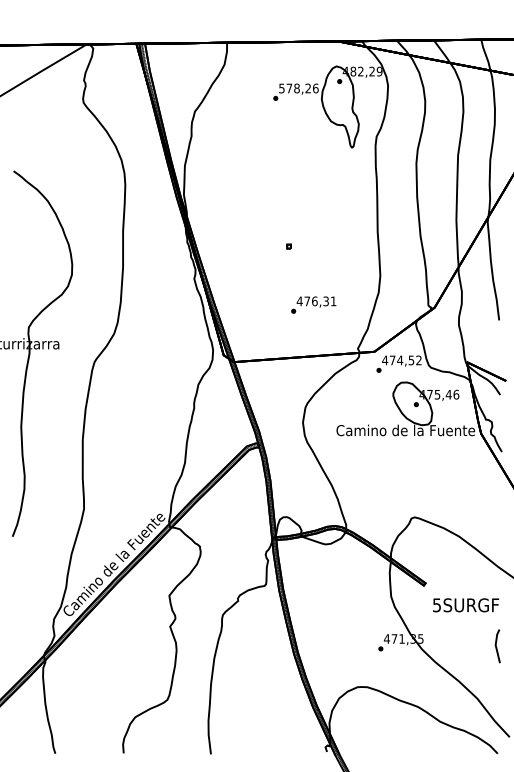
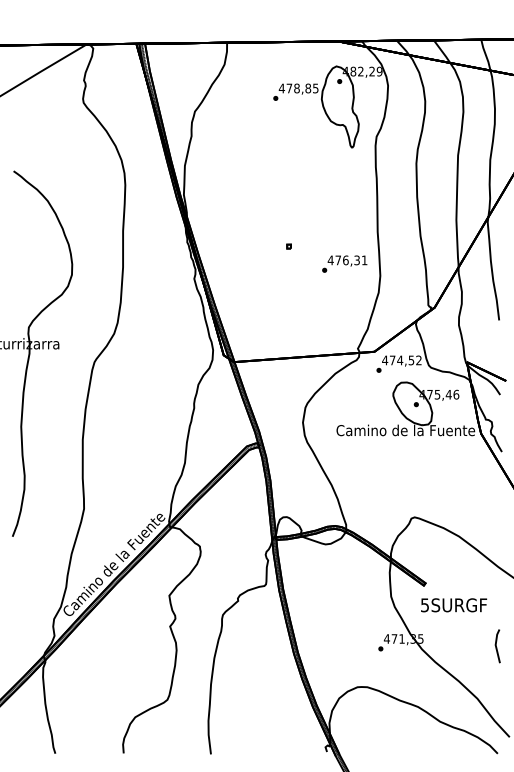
text at (298, 88): 578,26 -> 478,85
text at (313, 304) position: (313, 304) -> (344, 263)
text at (466, 605) position: (466, 605) -> (454, 605)
